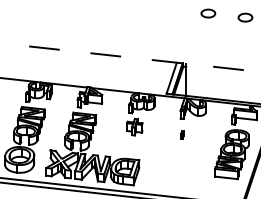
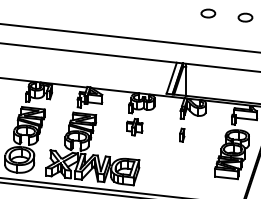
line at (129, 38): none -> present
line at (130, 57): dashed -> solid
part at (182, 134) size: 5x10 px -> 7x16 px
